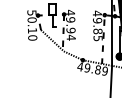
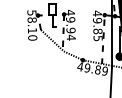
text at (31, 19): 50.10 -> 58.10
